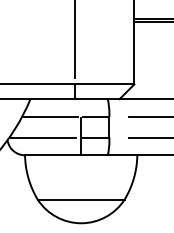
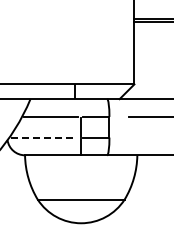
line at (75, 40): present -> none
line at (43, 137): solid -> dashed
line at (149, 137): present -> none
